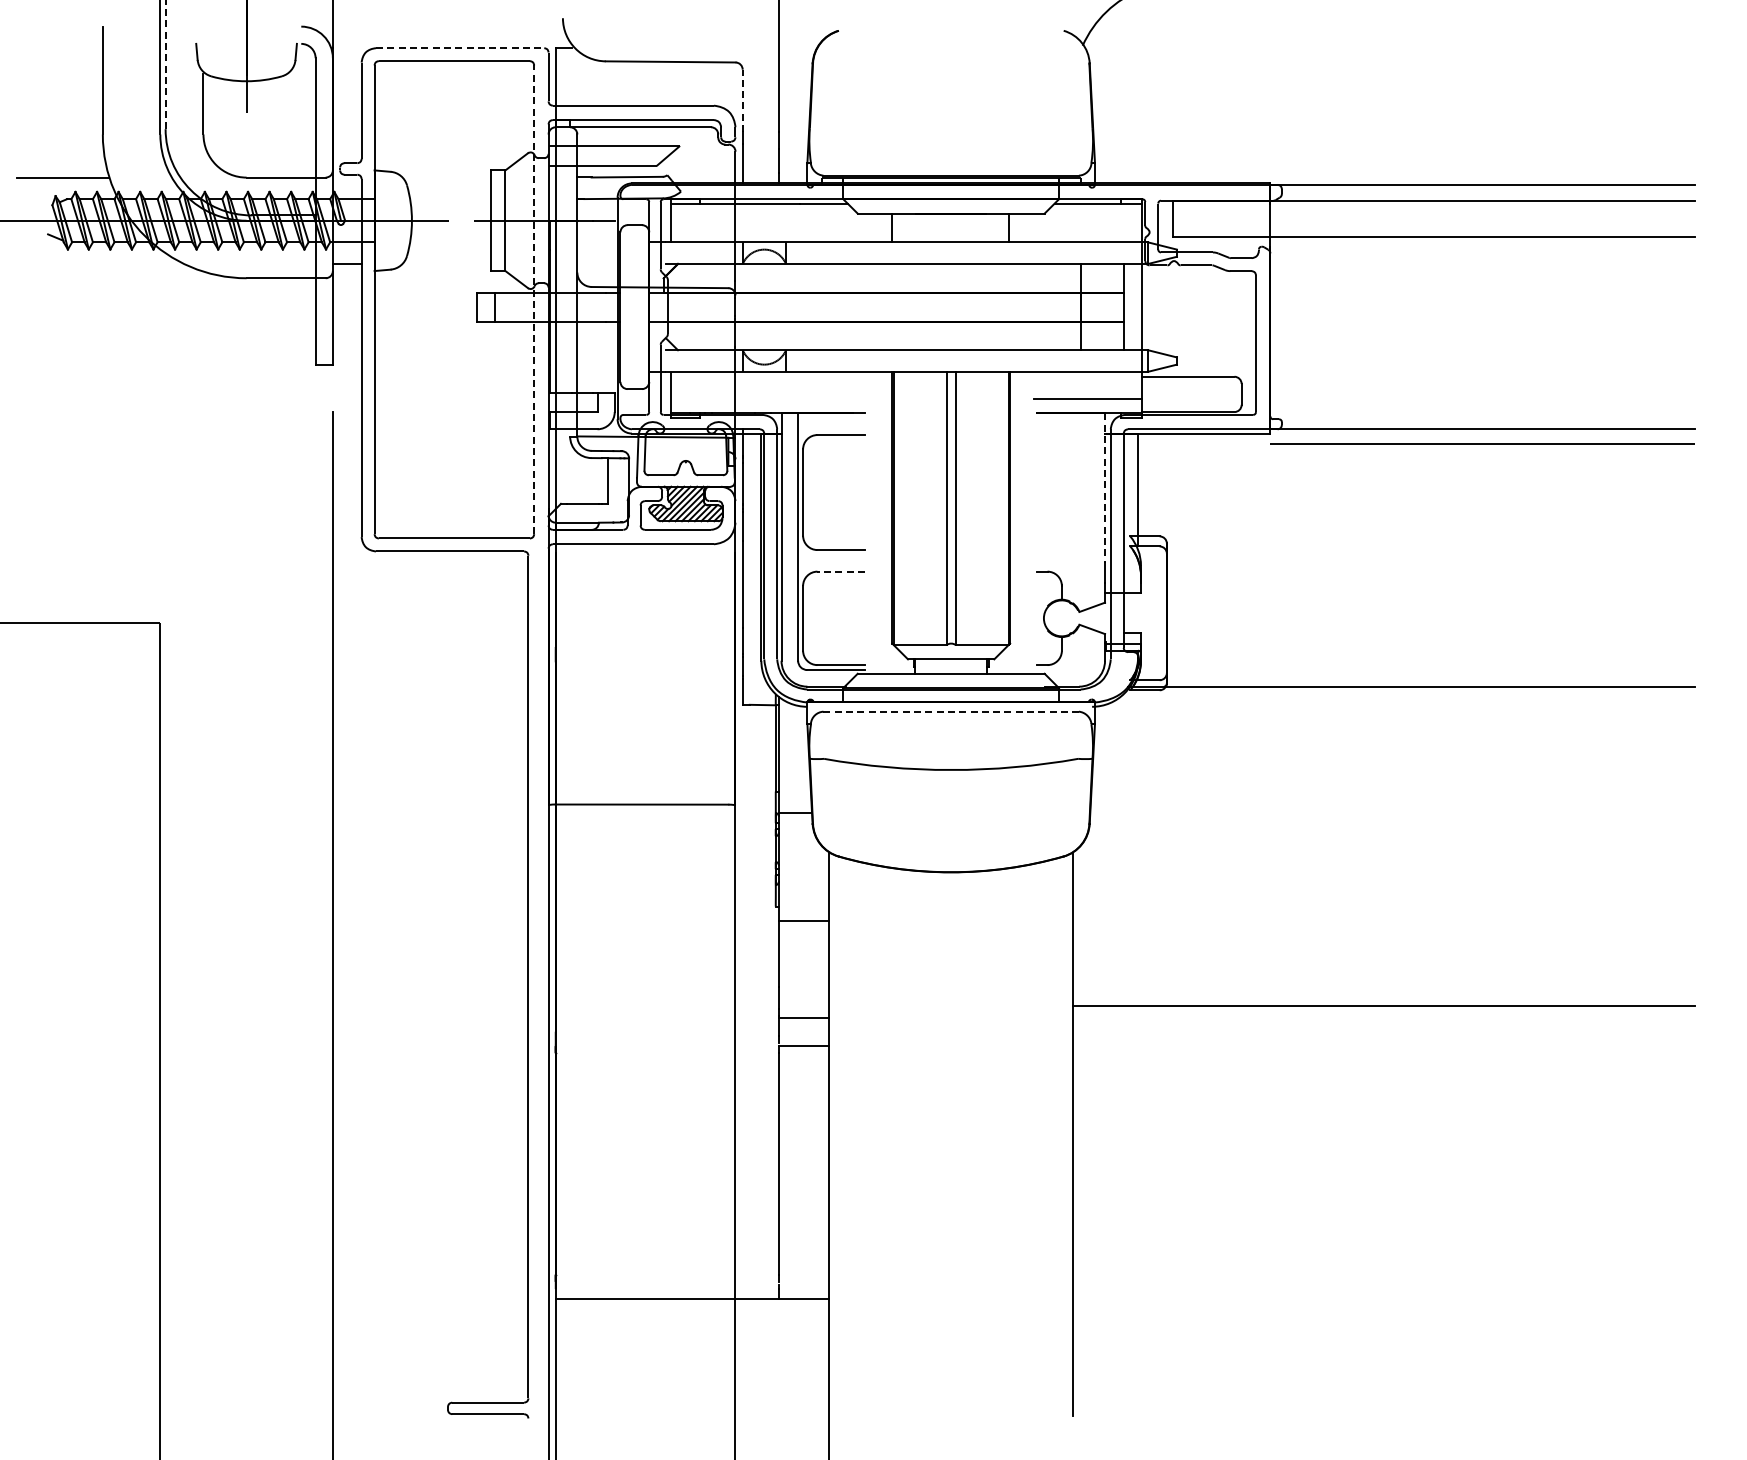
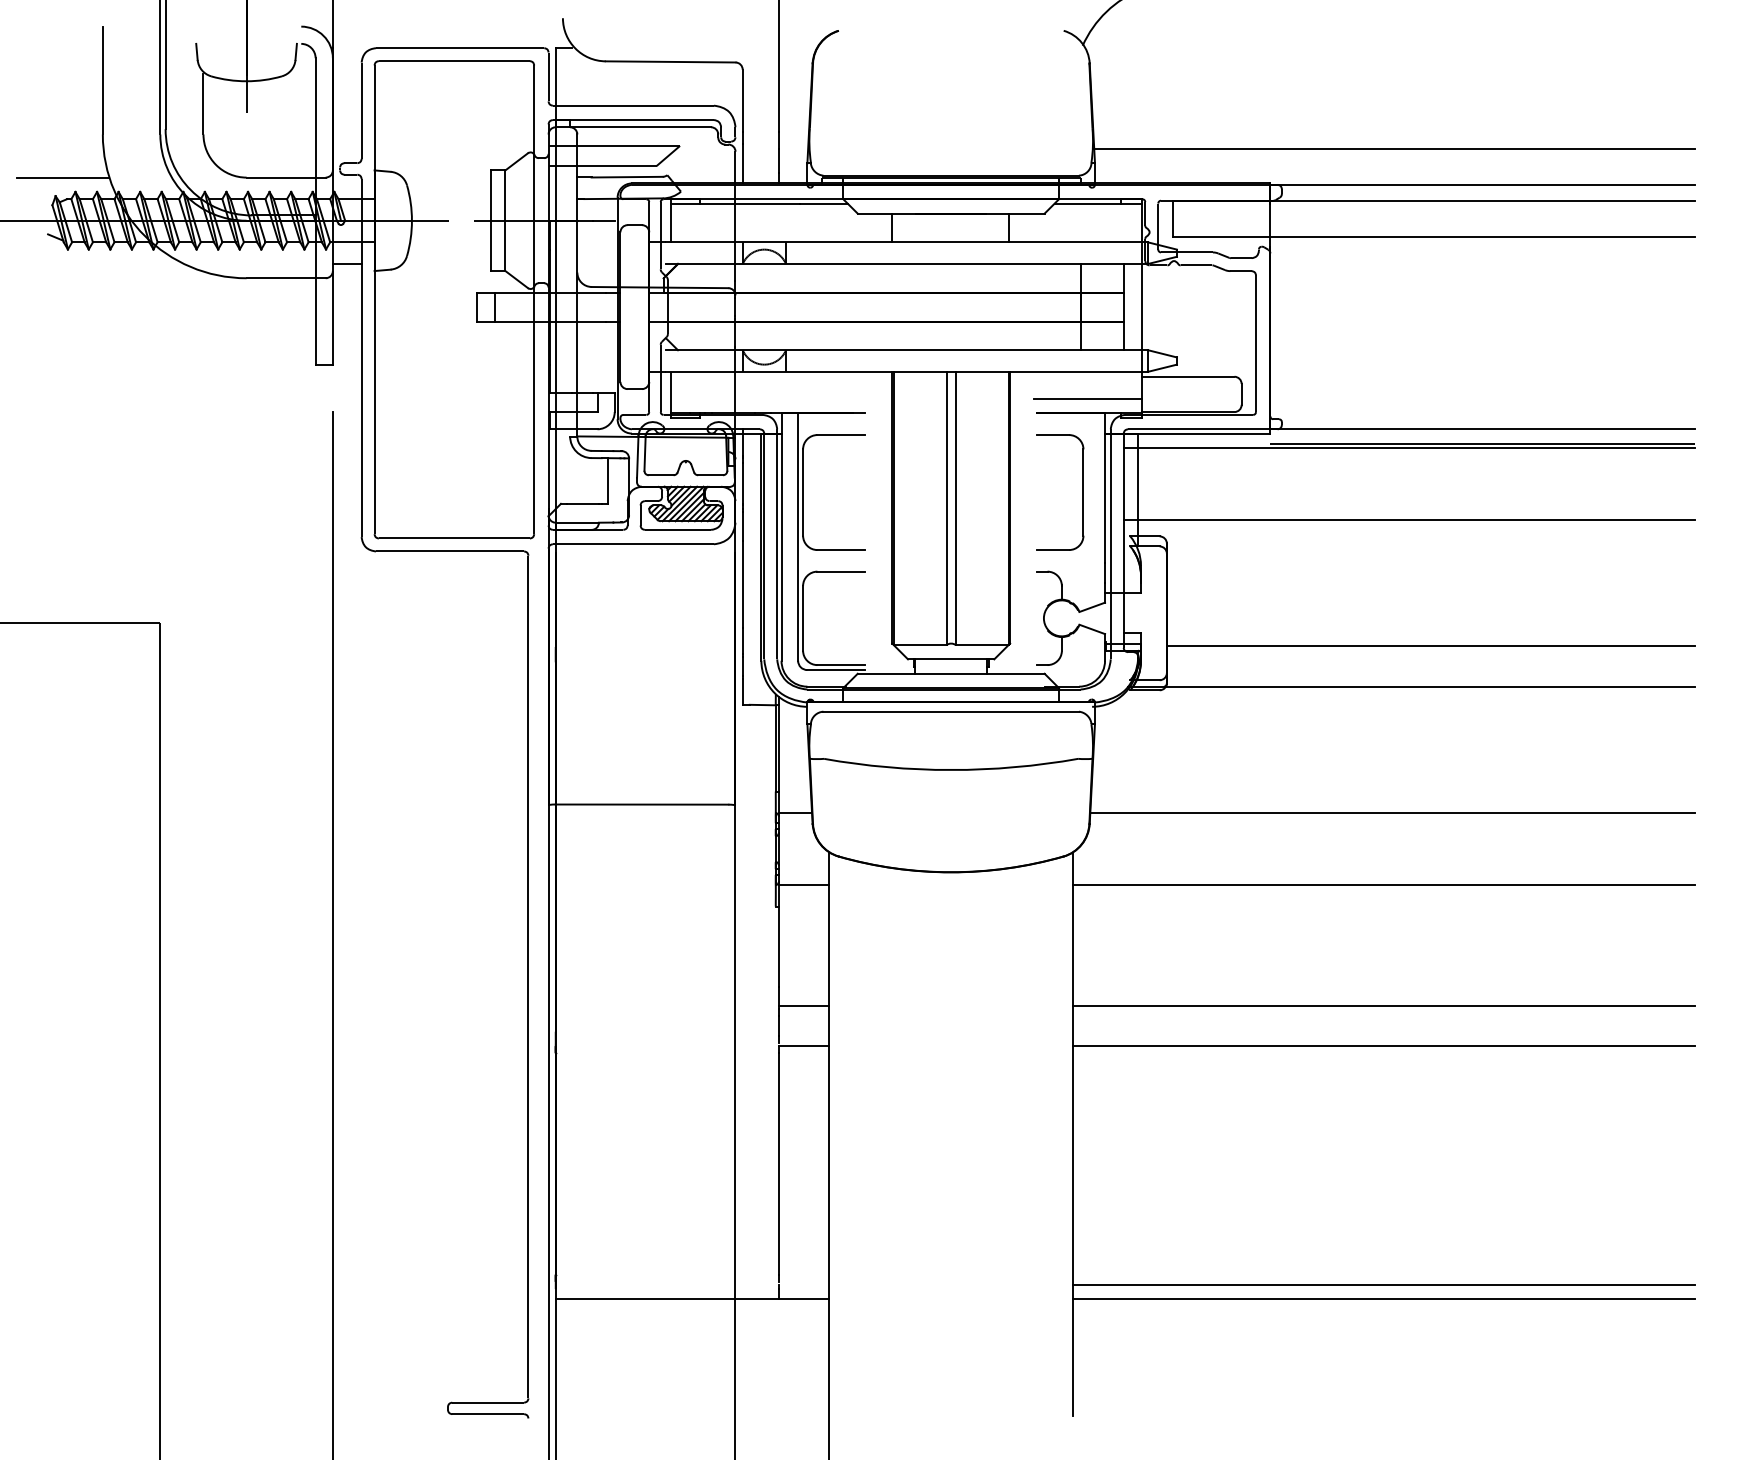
line at (460, 48): dashed -> solid
line at (165, 64): dashed -> solid
line at (742, 100): dashed -> solid
line at (1394, 148): none -> present
line at (534, 299): dashed -> solid
line at (1408, 447): none -> present
line at (1105, 488): dashed -> solid
part at (1082, 492): none -> present
line at (1408, 519): none -> present
line at (841, 571): dashed -> solid
line at (1430, 646): none -> present
line at (951, 711): dashed -> solid
line at (1392, 813): none -> present
line at (1383, 885): none -> present
line at (803, 921) position: (803, 921) -> (803, 885)
line at (803, 1017) position: (803, 1017) -> (803, 1005)
line at (1383, 1046): none -> present
line at (1383, 1284): none -> present
line at (1383, 1299): none -> present
